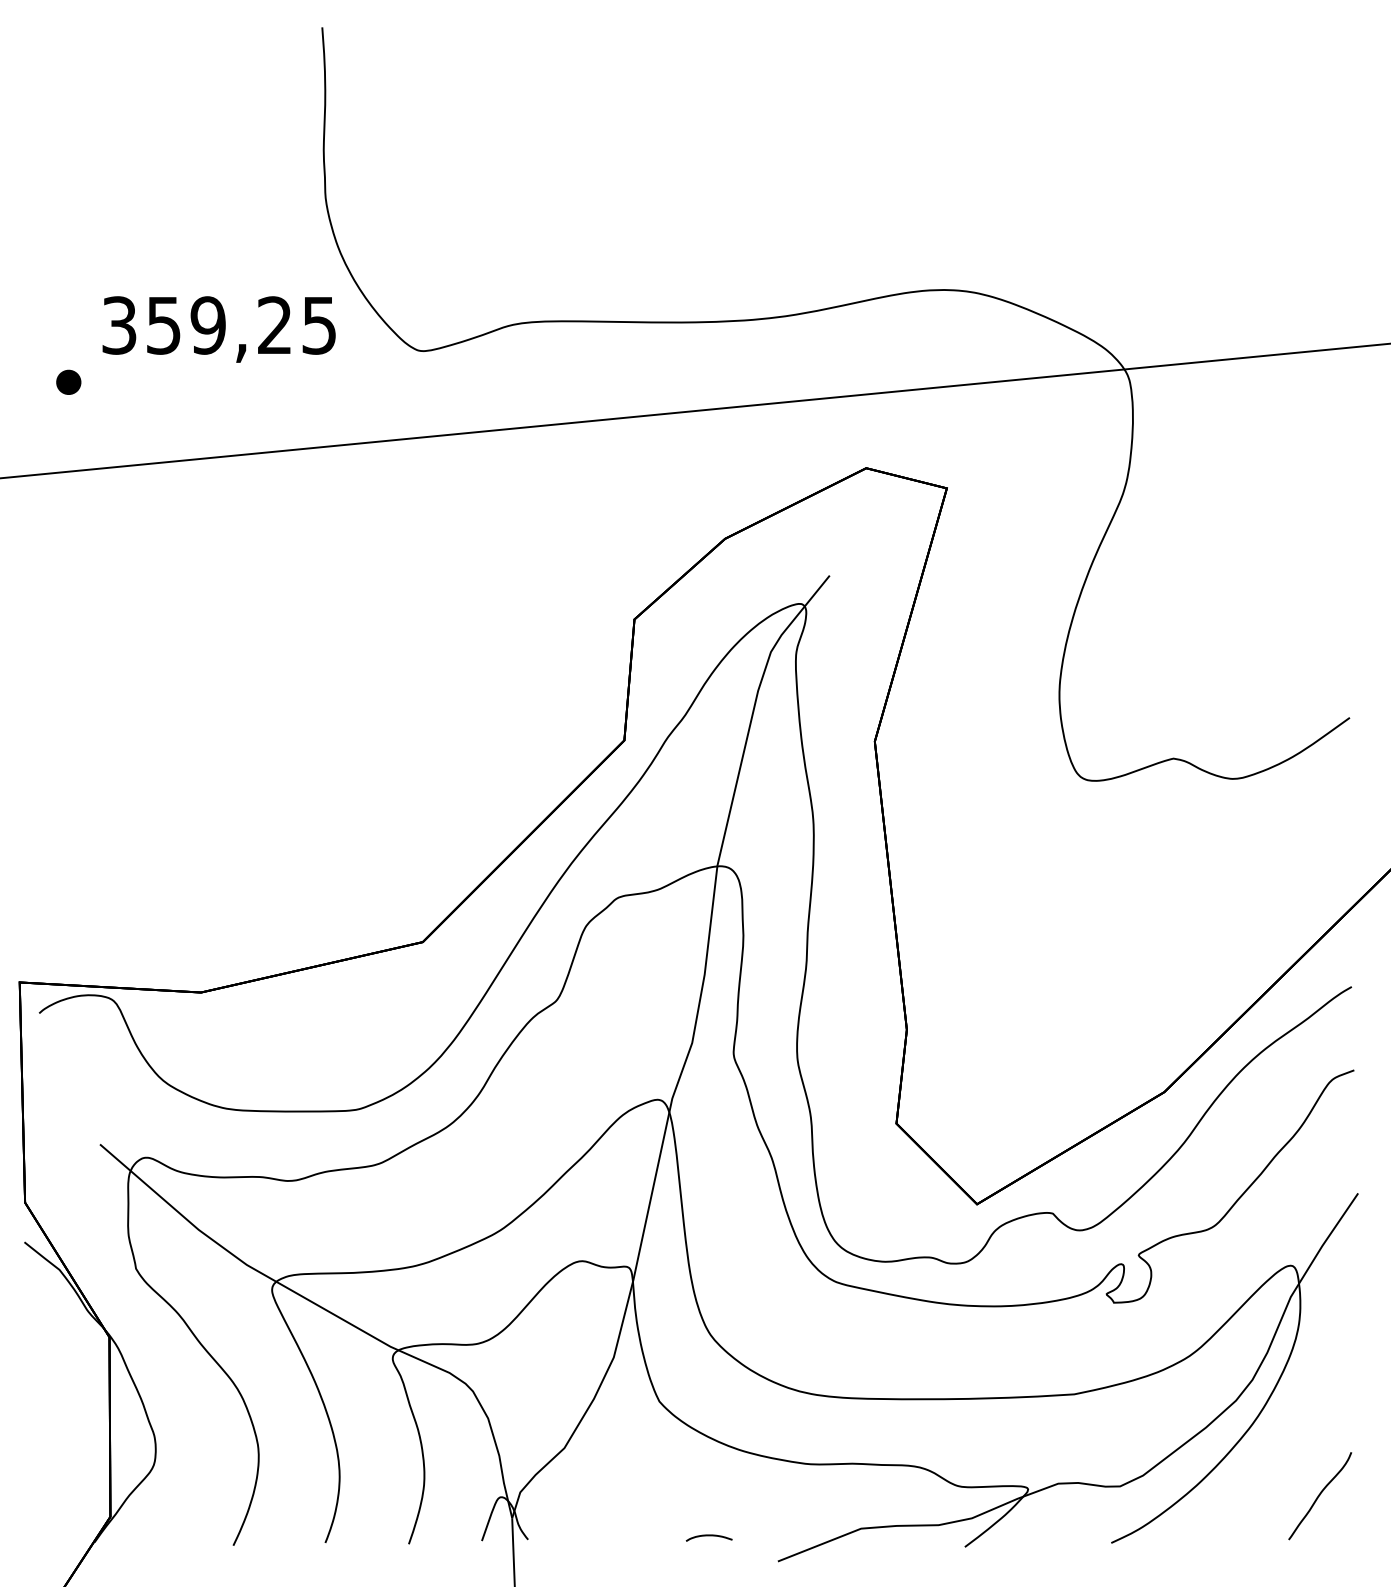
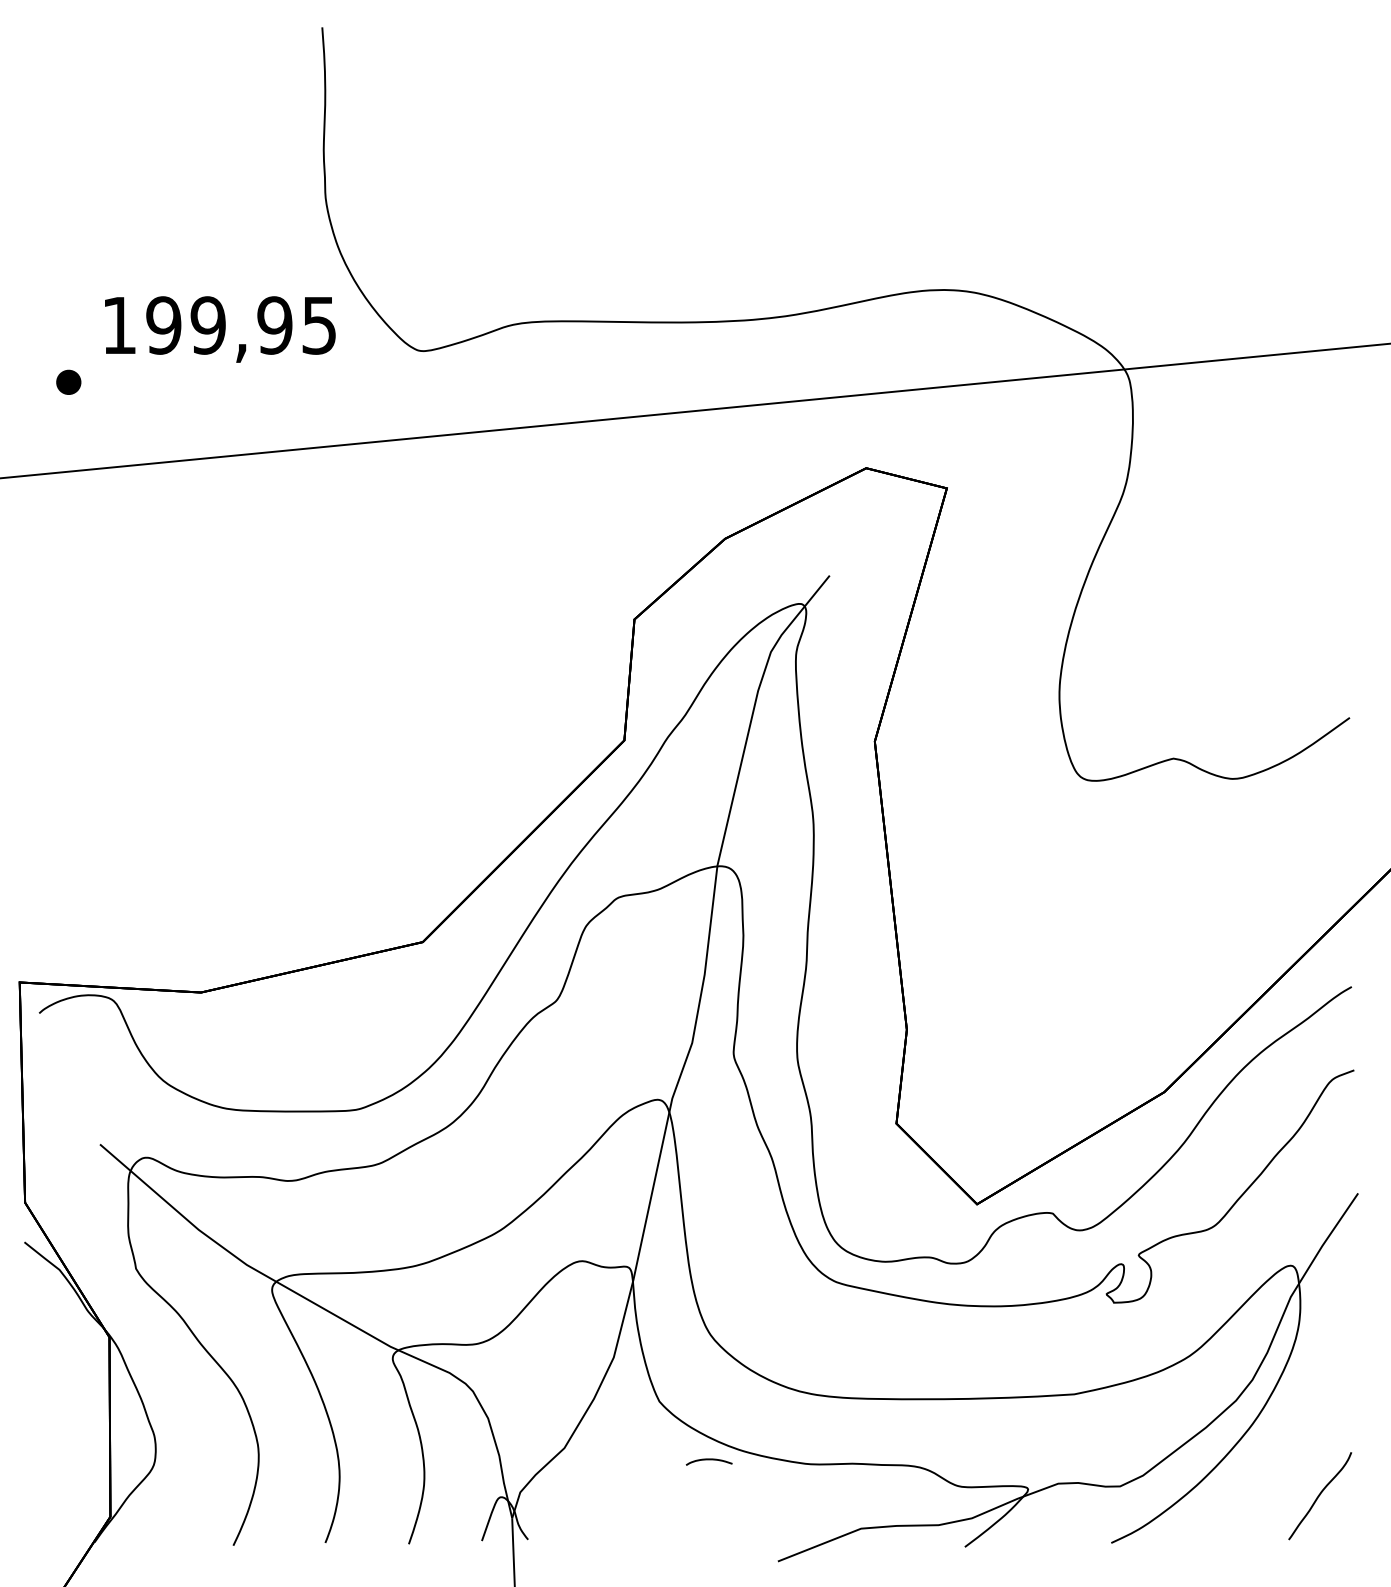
text at (197, 325): 359,25 -> 199,95
curve at (708, 1536) position: (708, 1536) -> (708, 1460)
